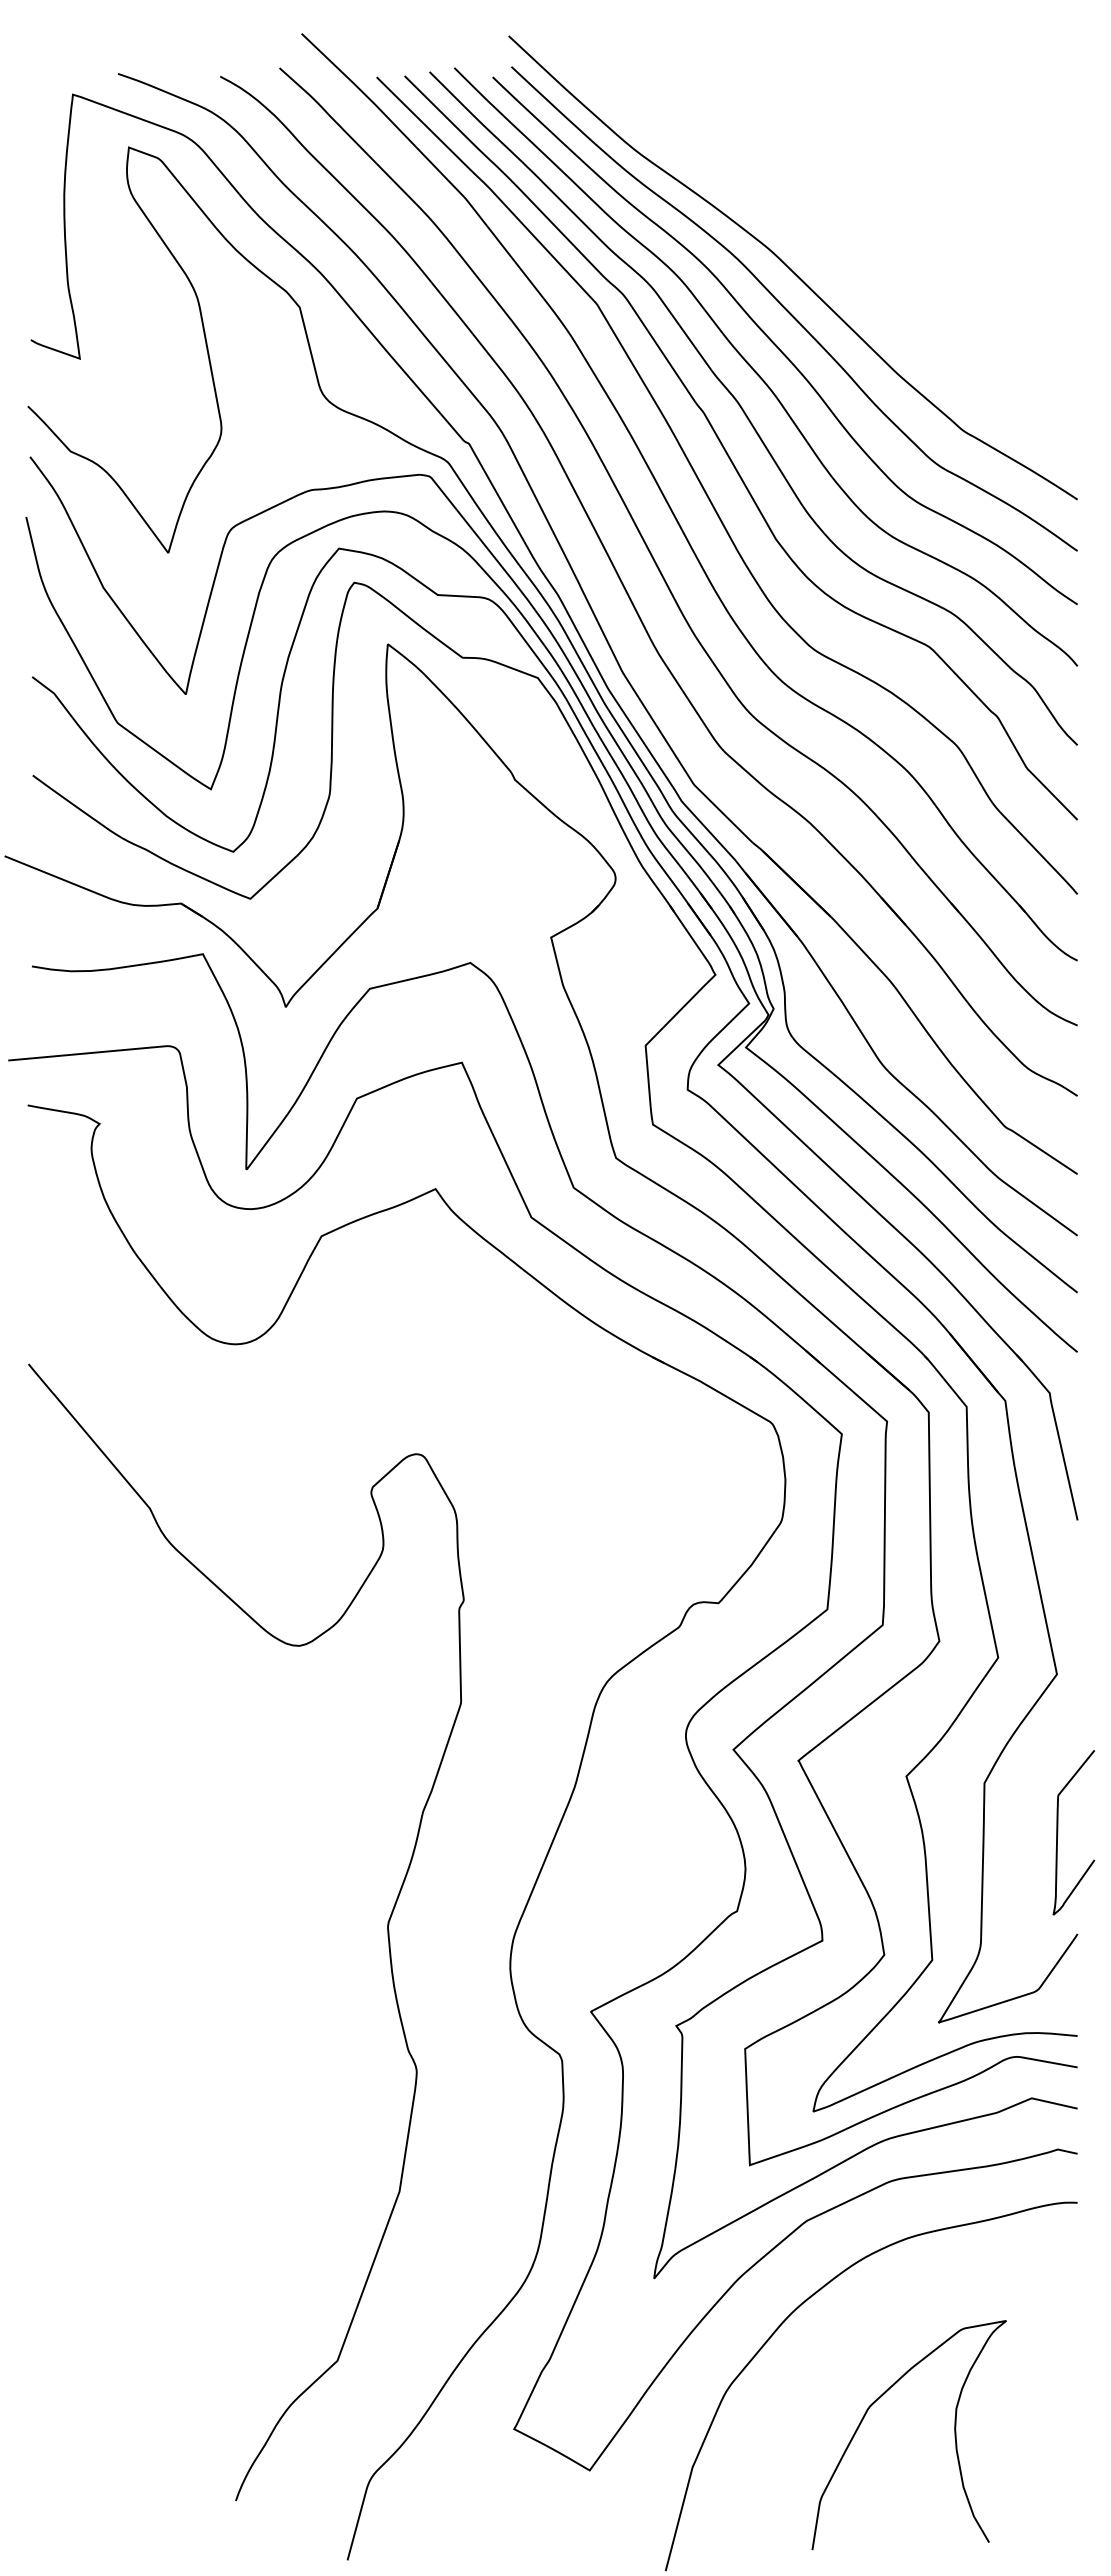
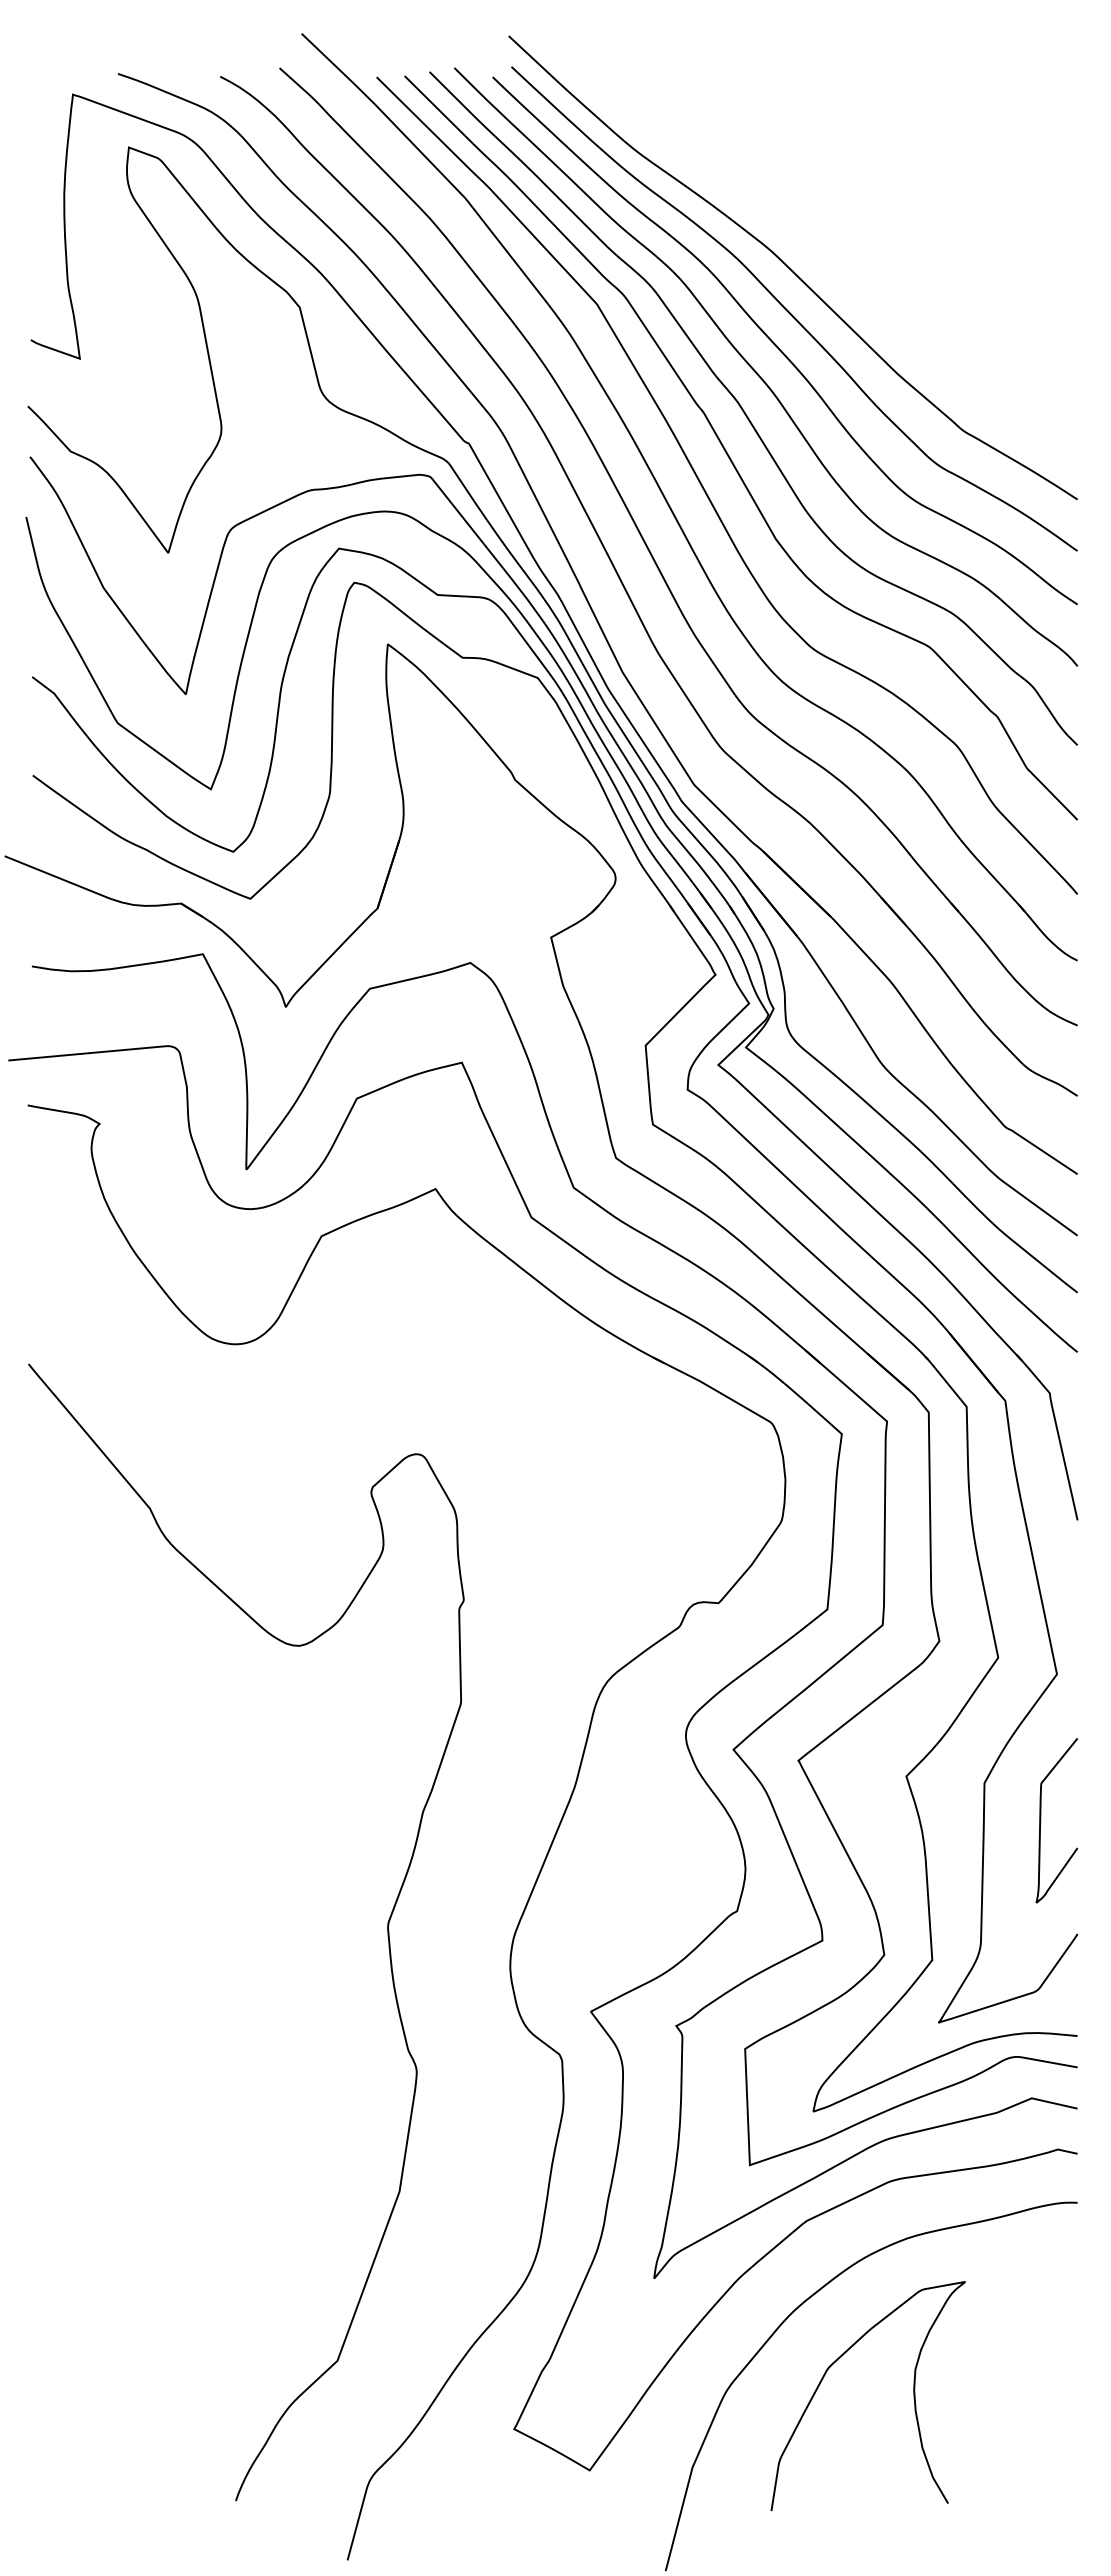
curve at (1058, 1832) position: (1058, 1832) -> (1041, 1820)
curve at (954, 2435) position: (954, 2435) -> (913, 2396)
